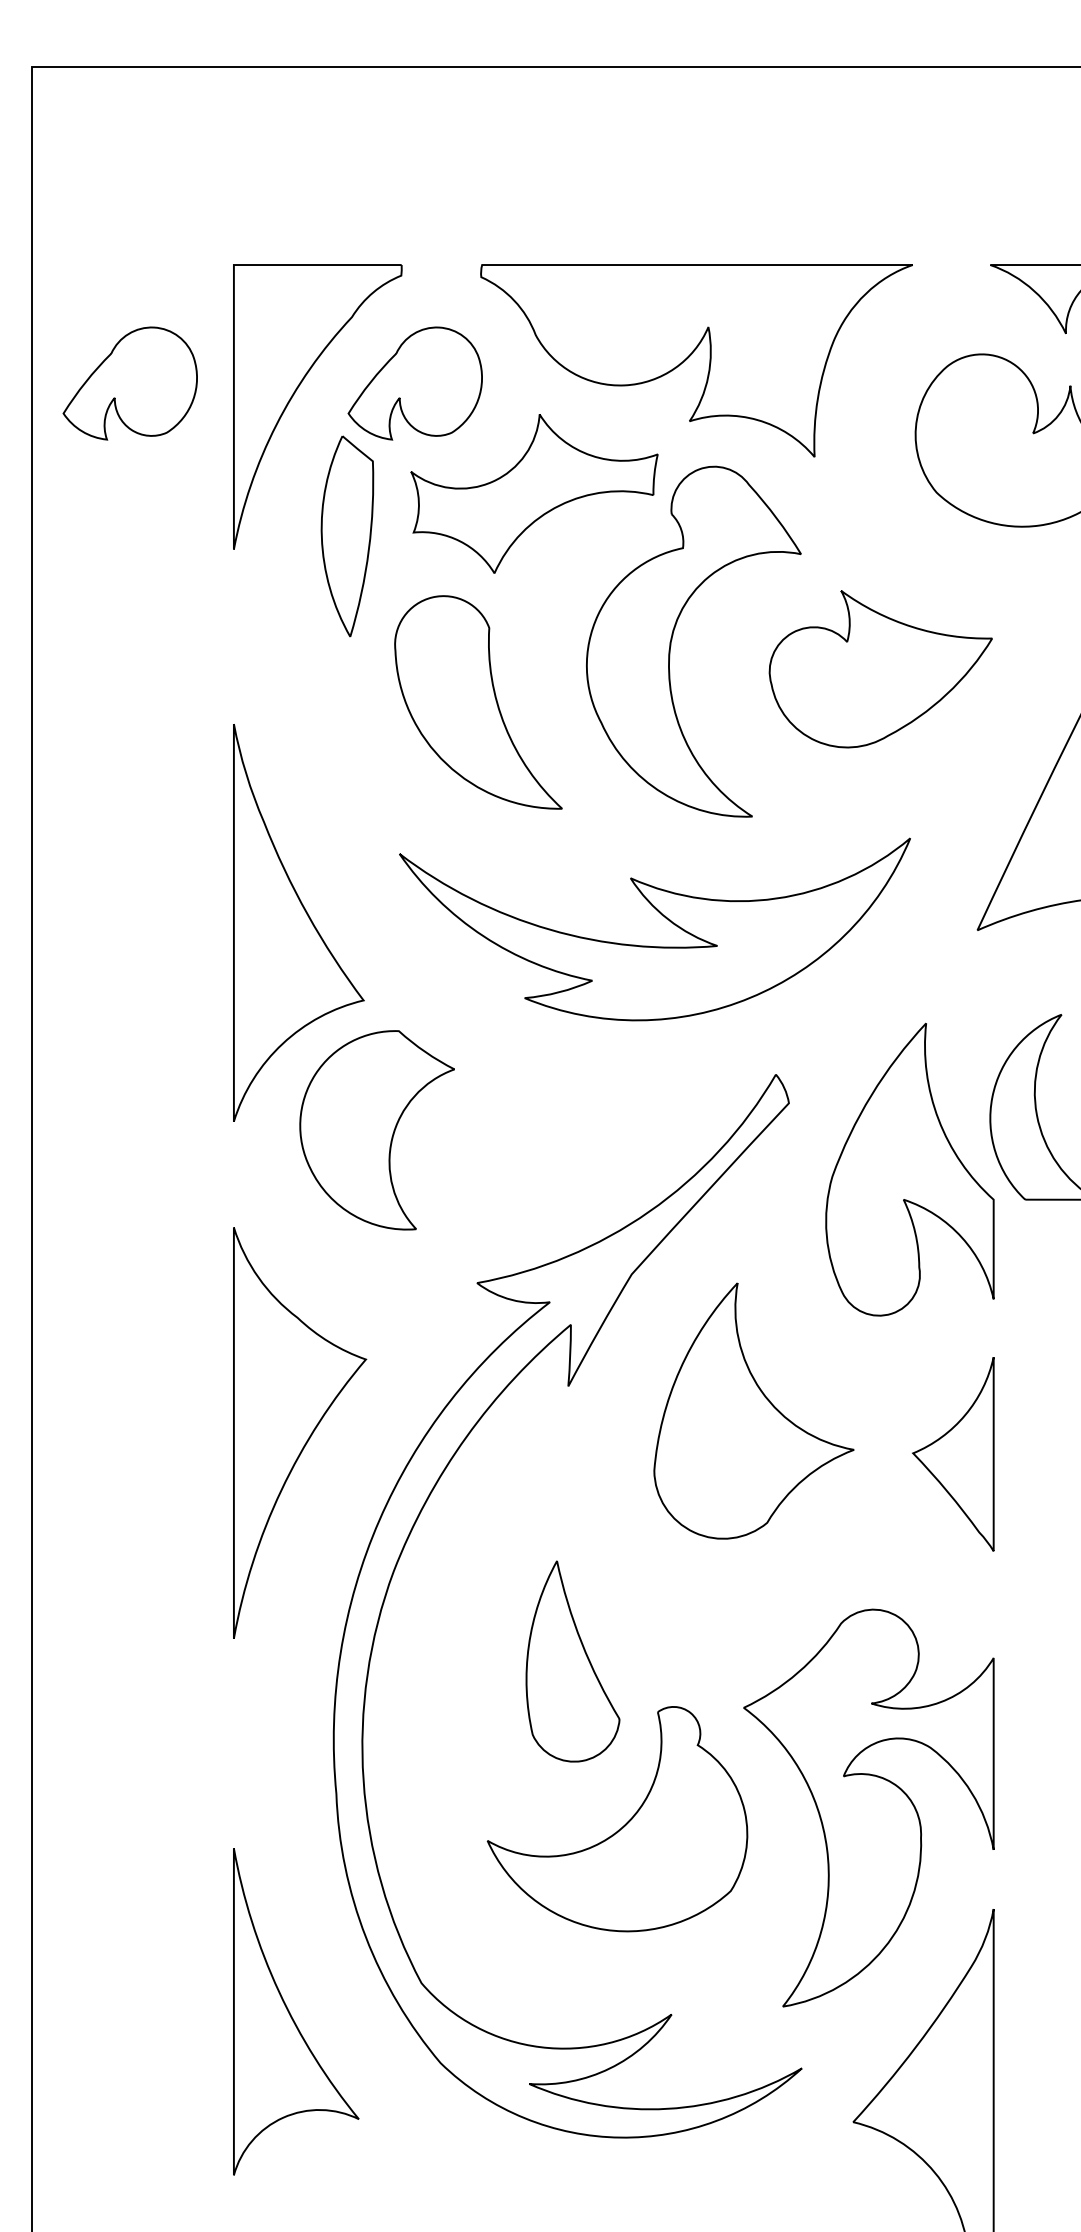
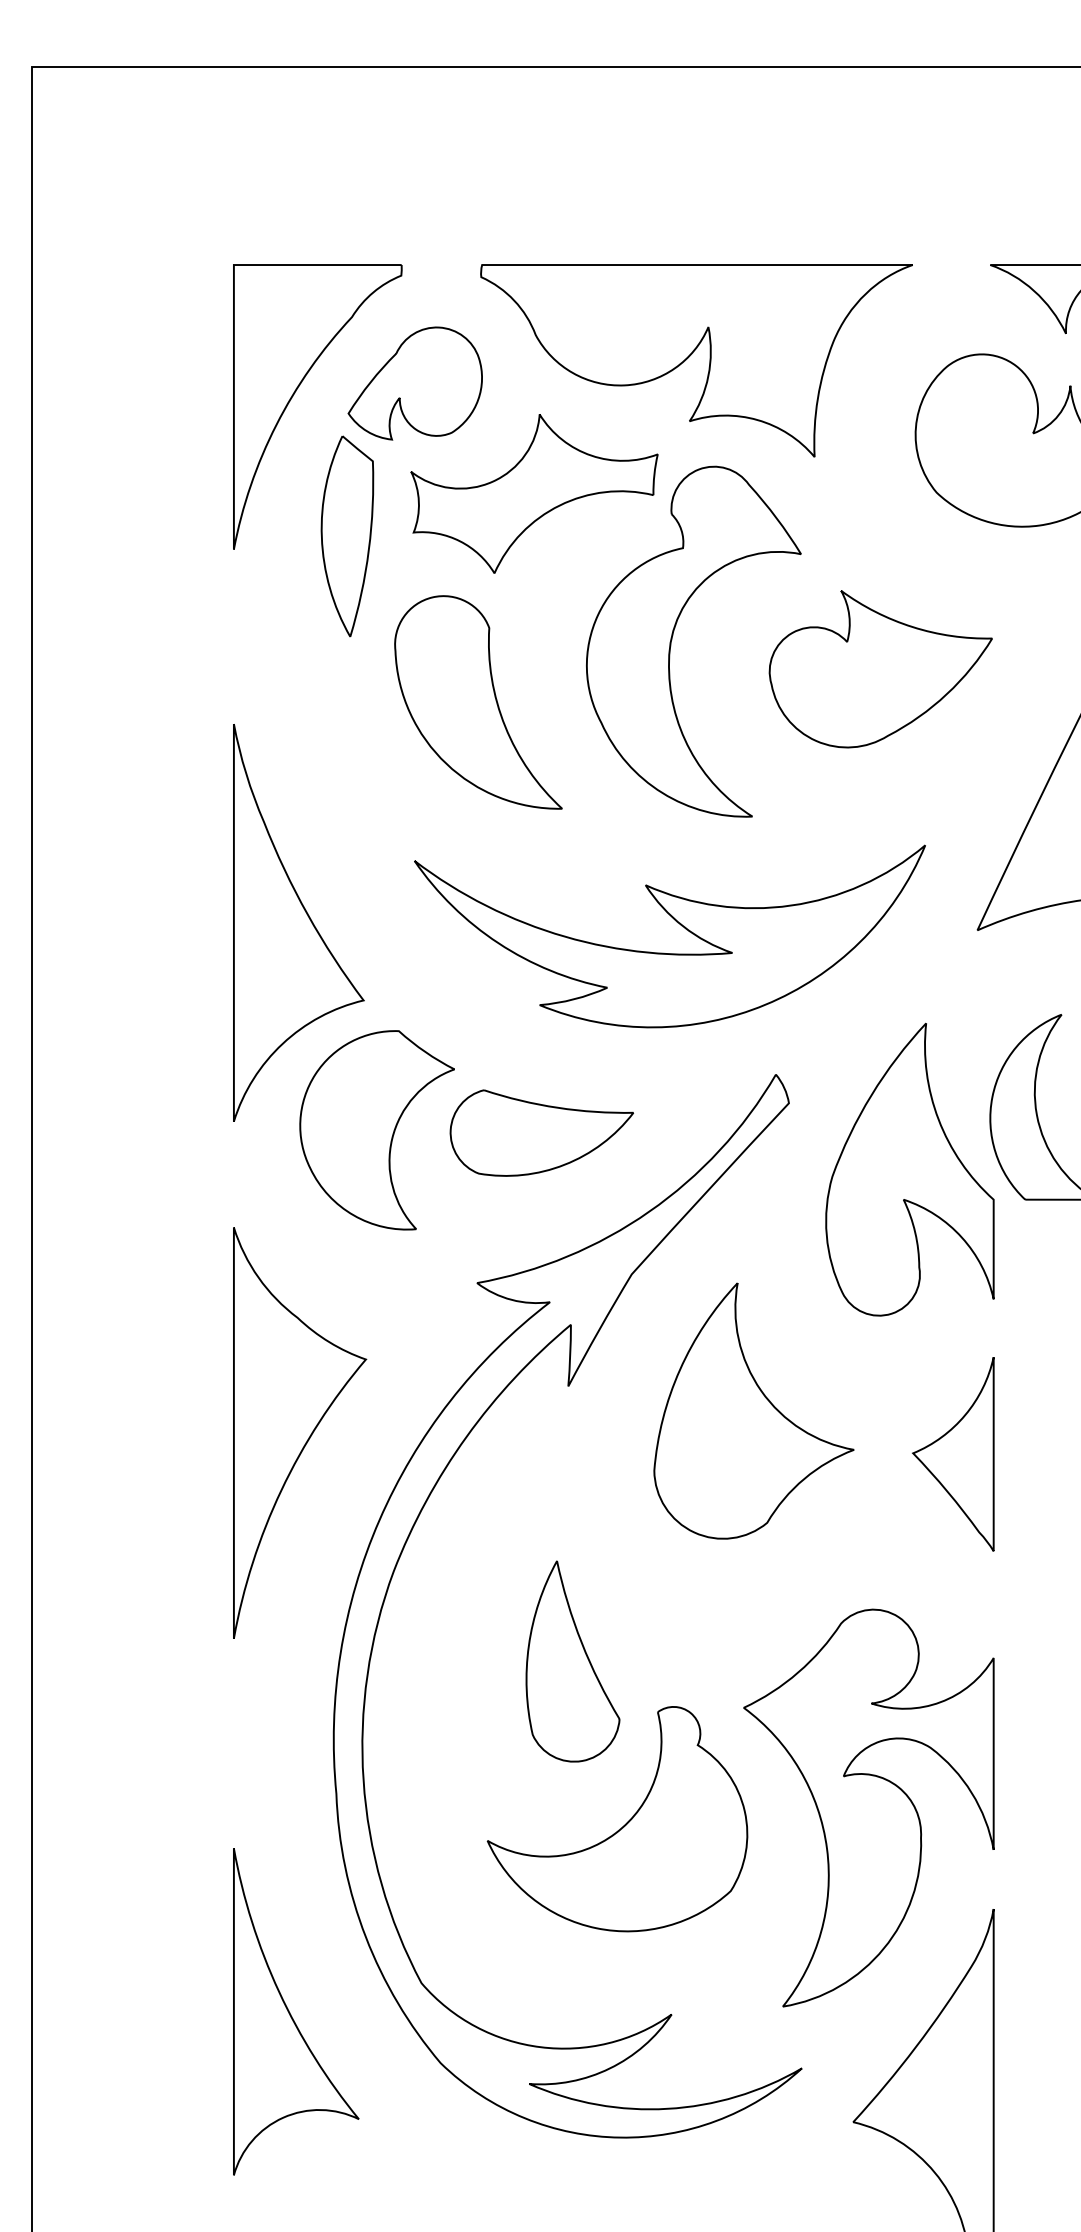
part at (129, 383): present -> none
part at (665, 918) position: (665, 918) -> (680, 925)
part at (541, 1132): none -> present
